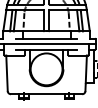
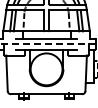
line at (47, 44): solid -> dashed
